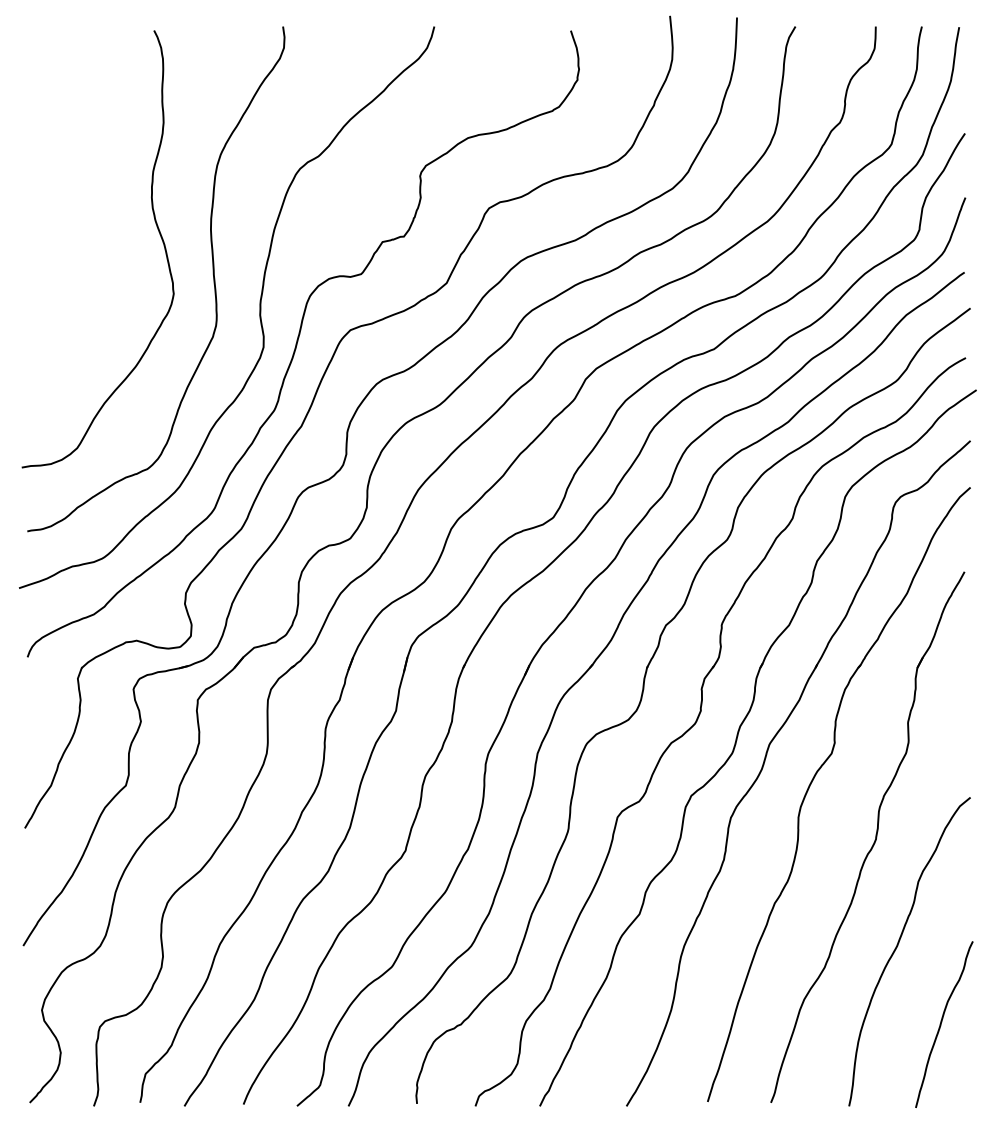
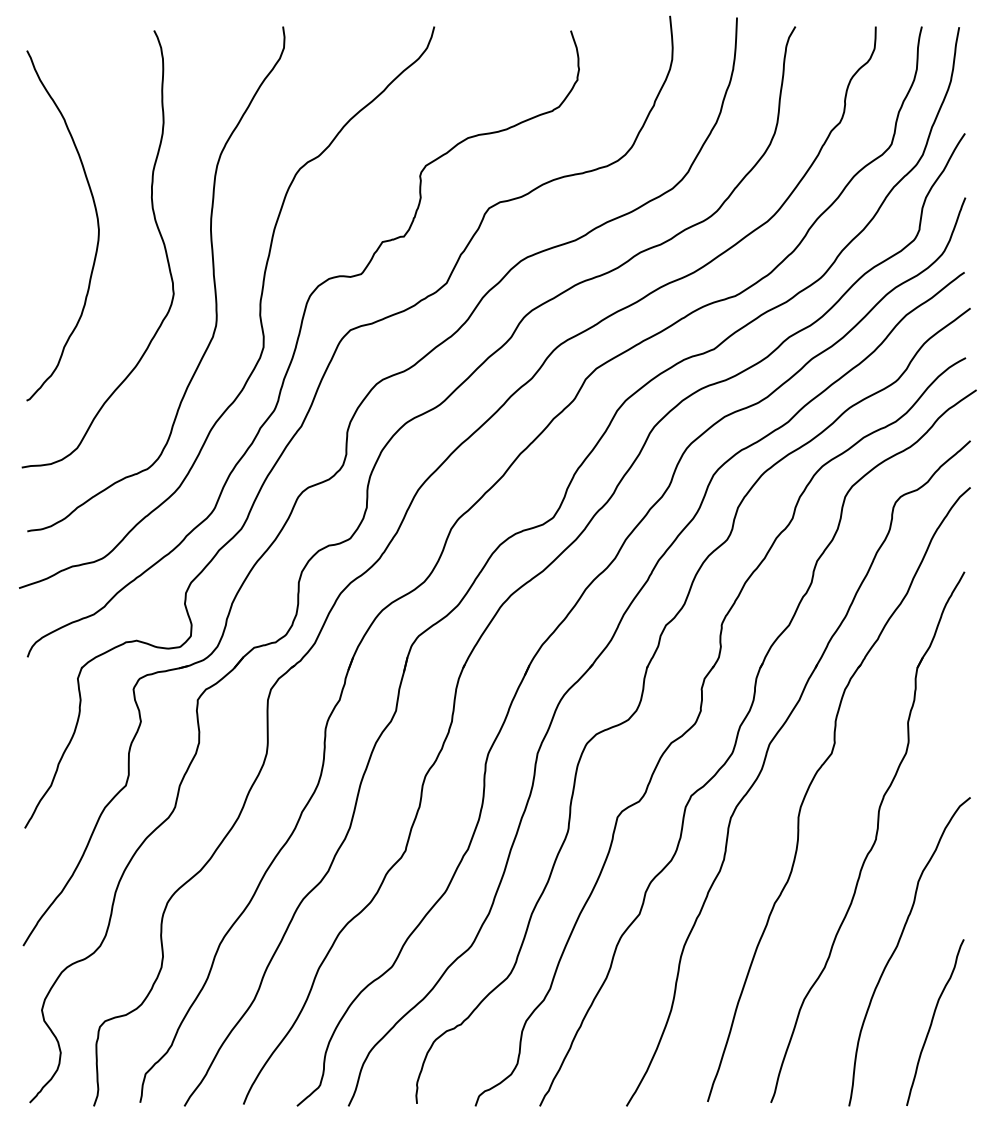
curve at (96, 218): none -> present
curve at (942, 1022) position: (942, 1022) -> (933, 1020)
